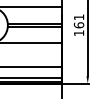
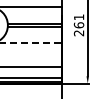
text at (78, 33): 161 -> 261
line at (31, 43): solid -> dashed
